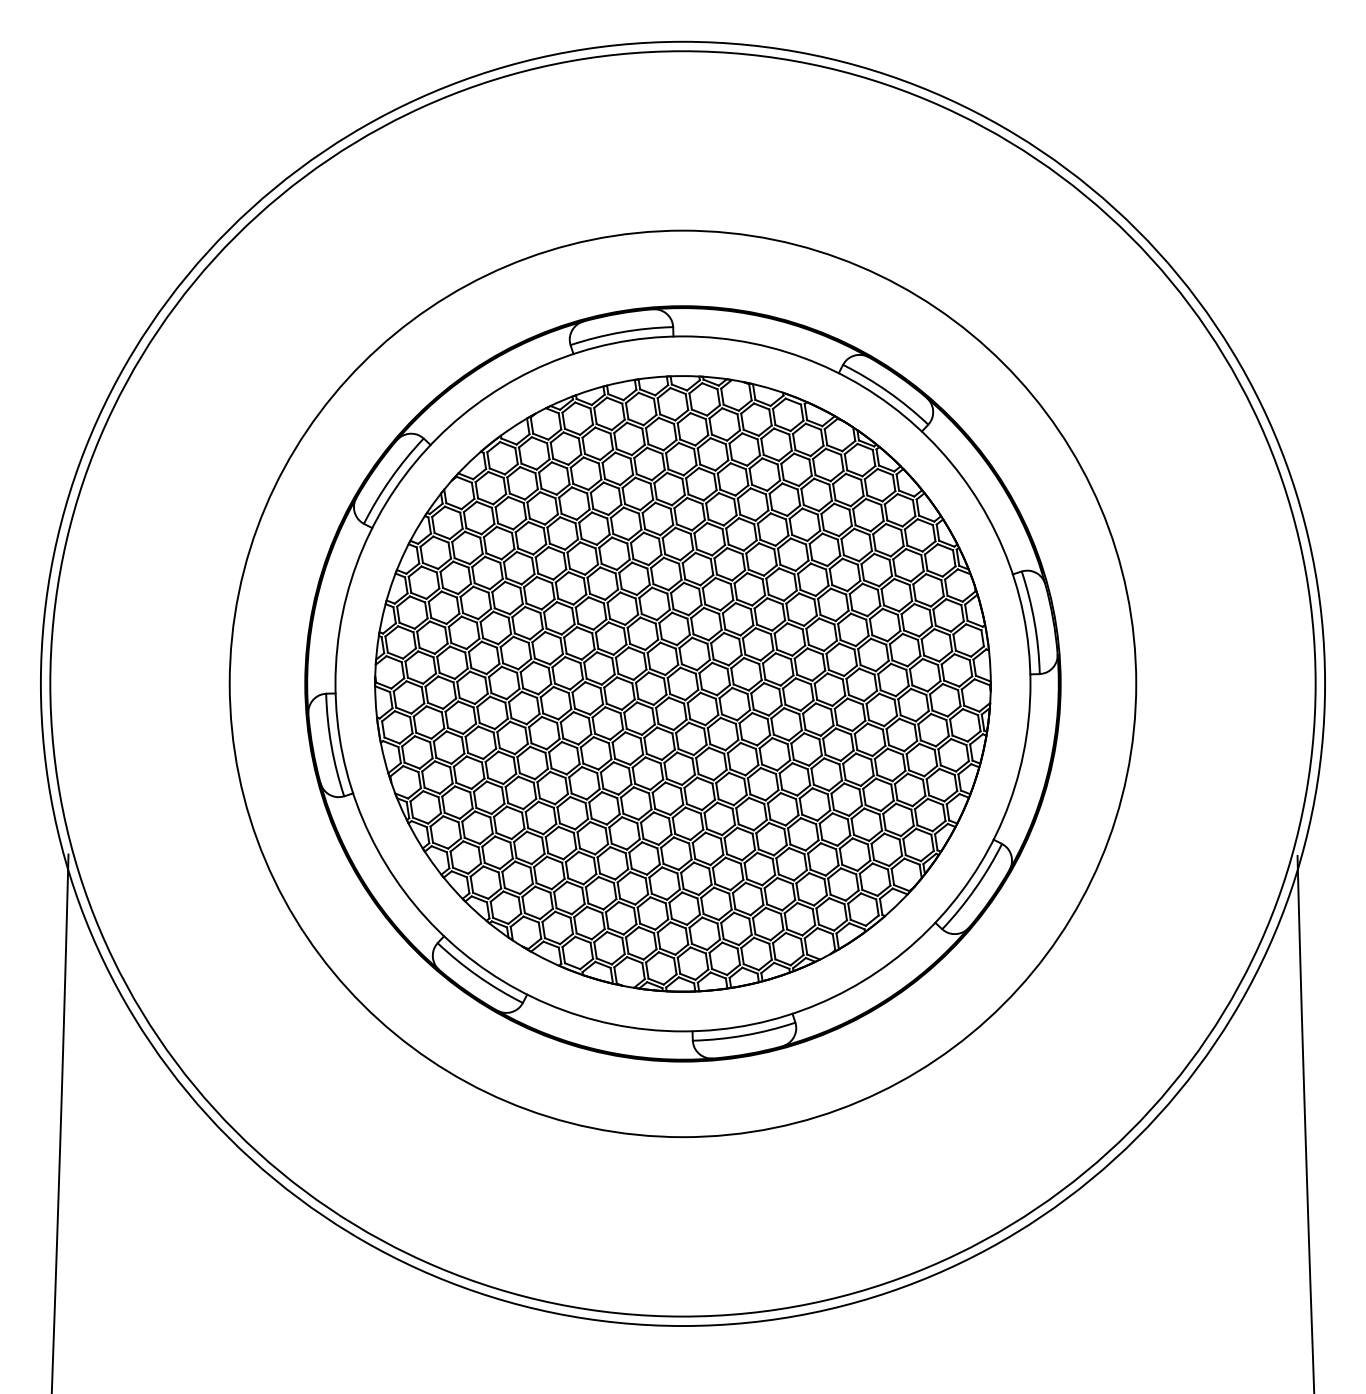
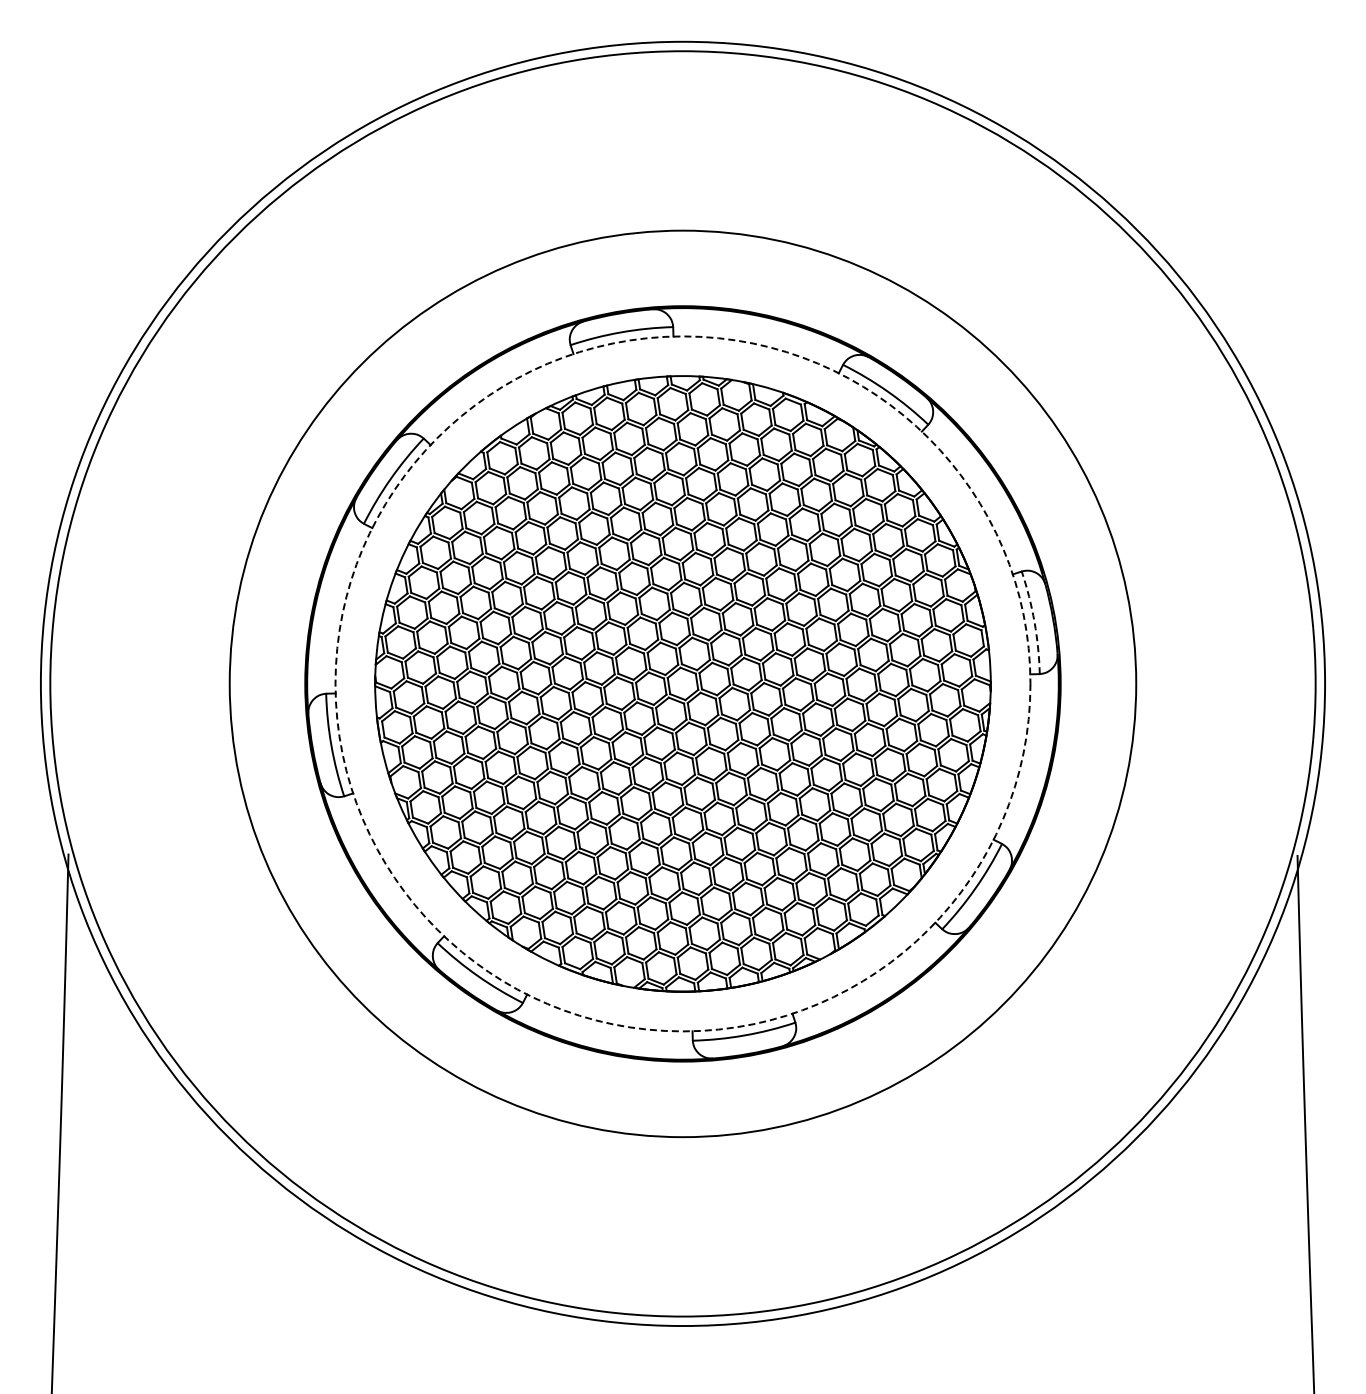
arc at (1034, 622): solid -> dashed
circle at (682, 683): solid -> dashed
